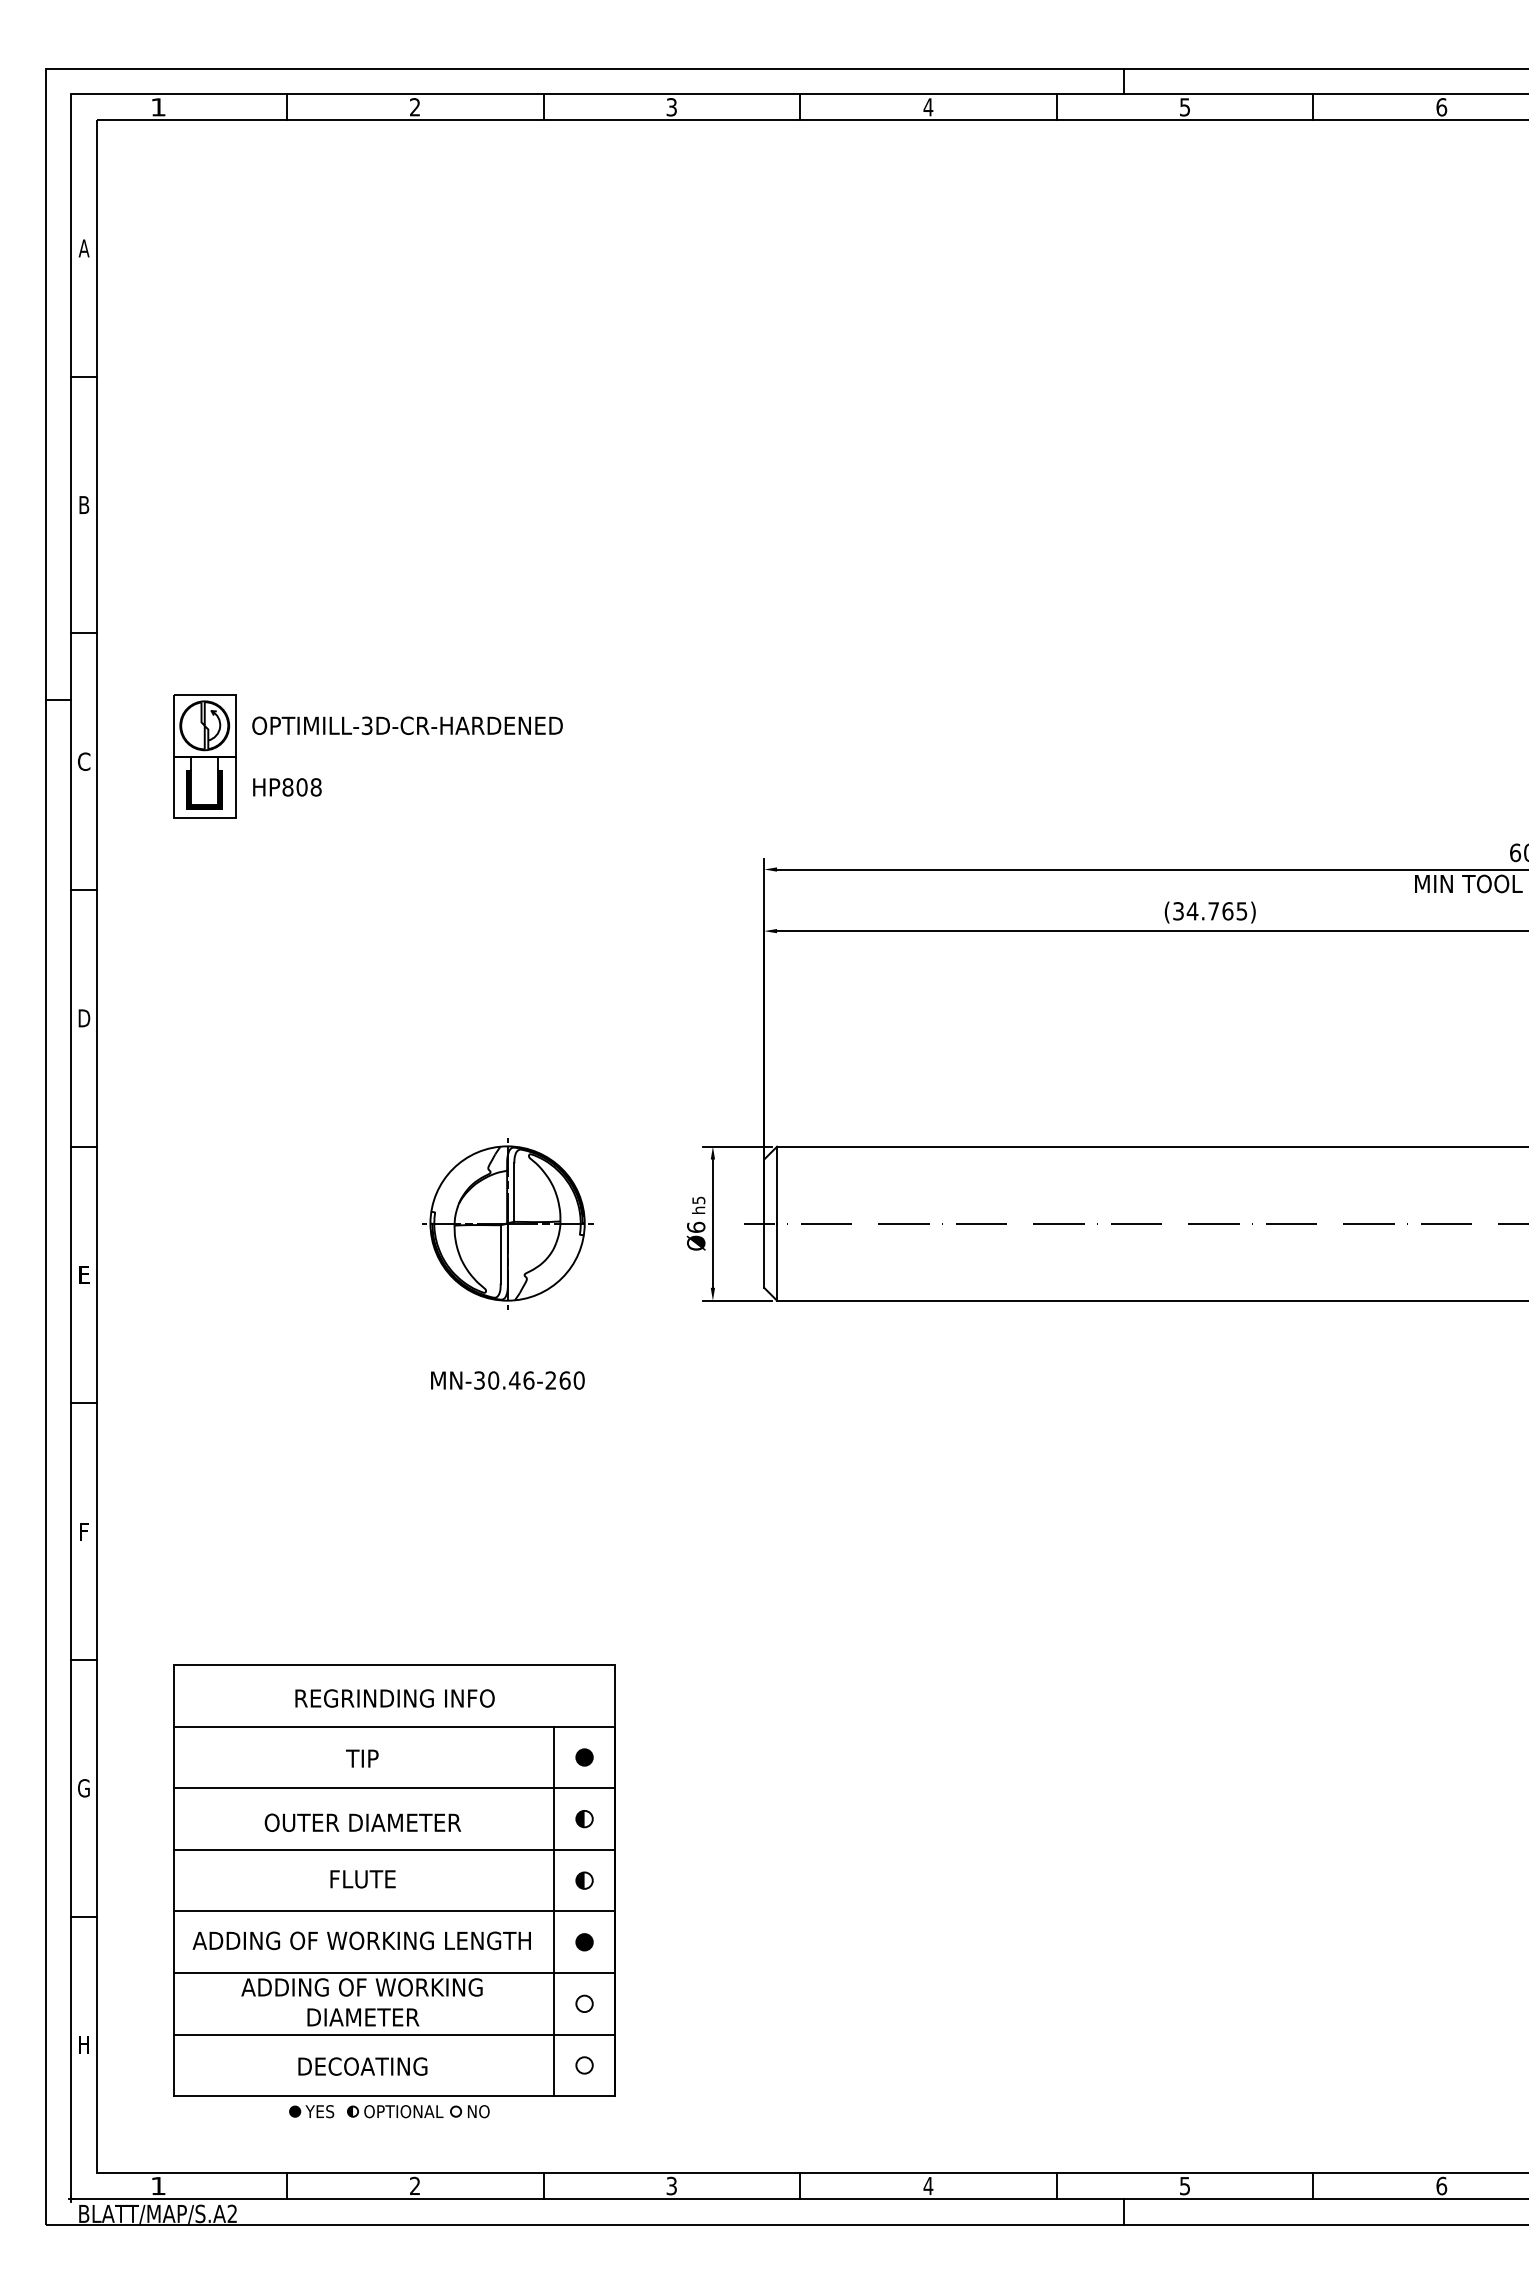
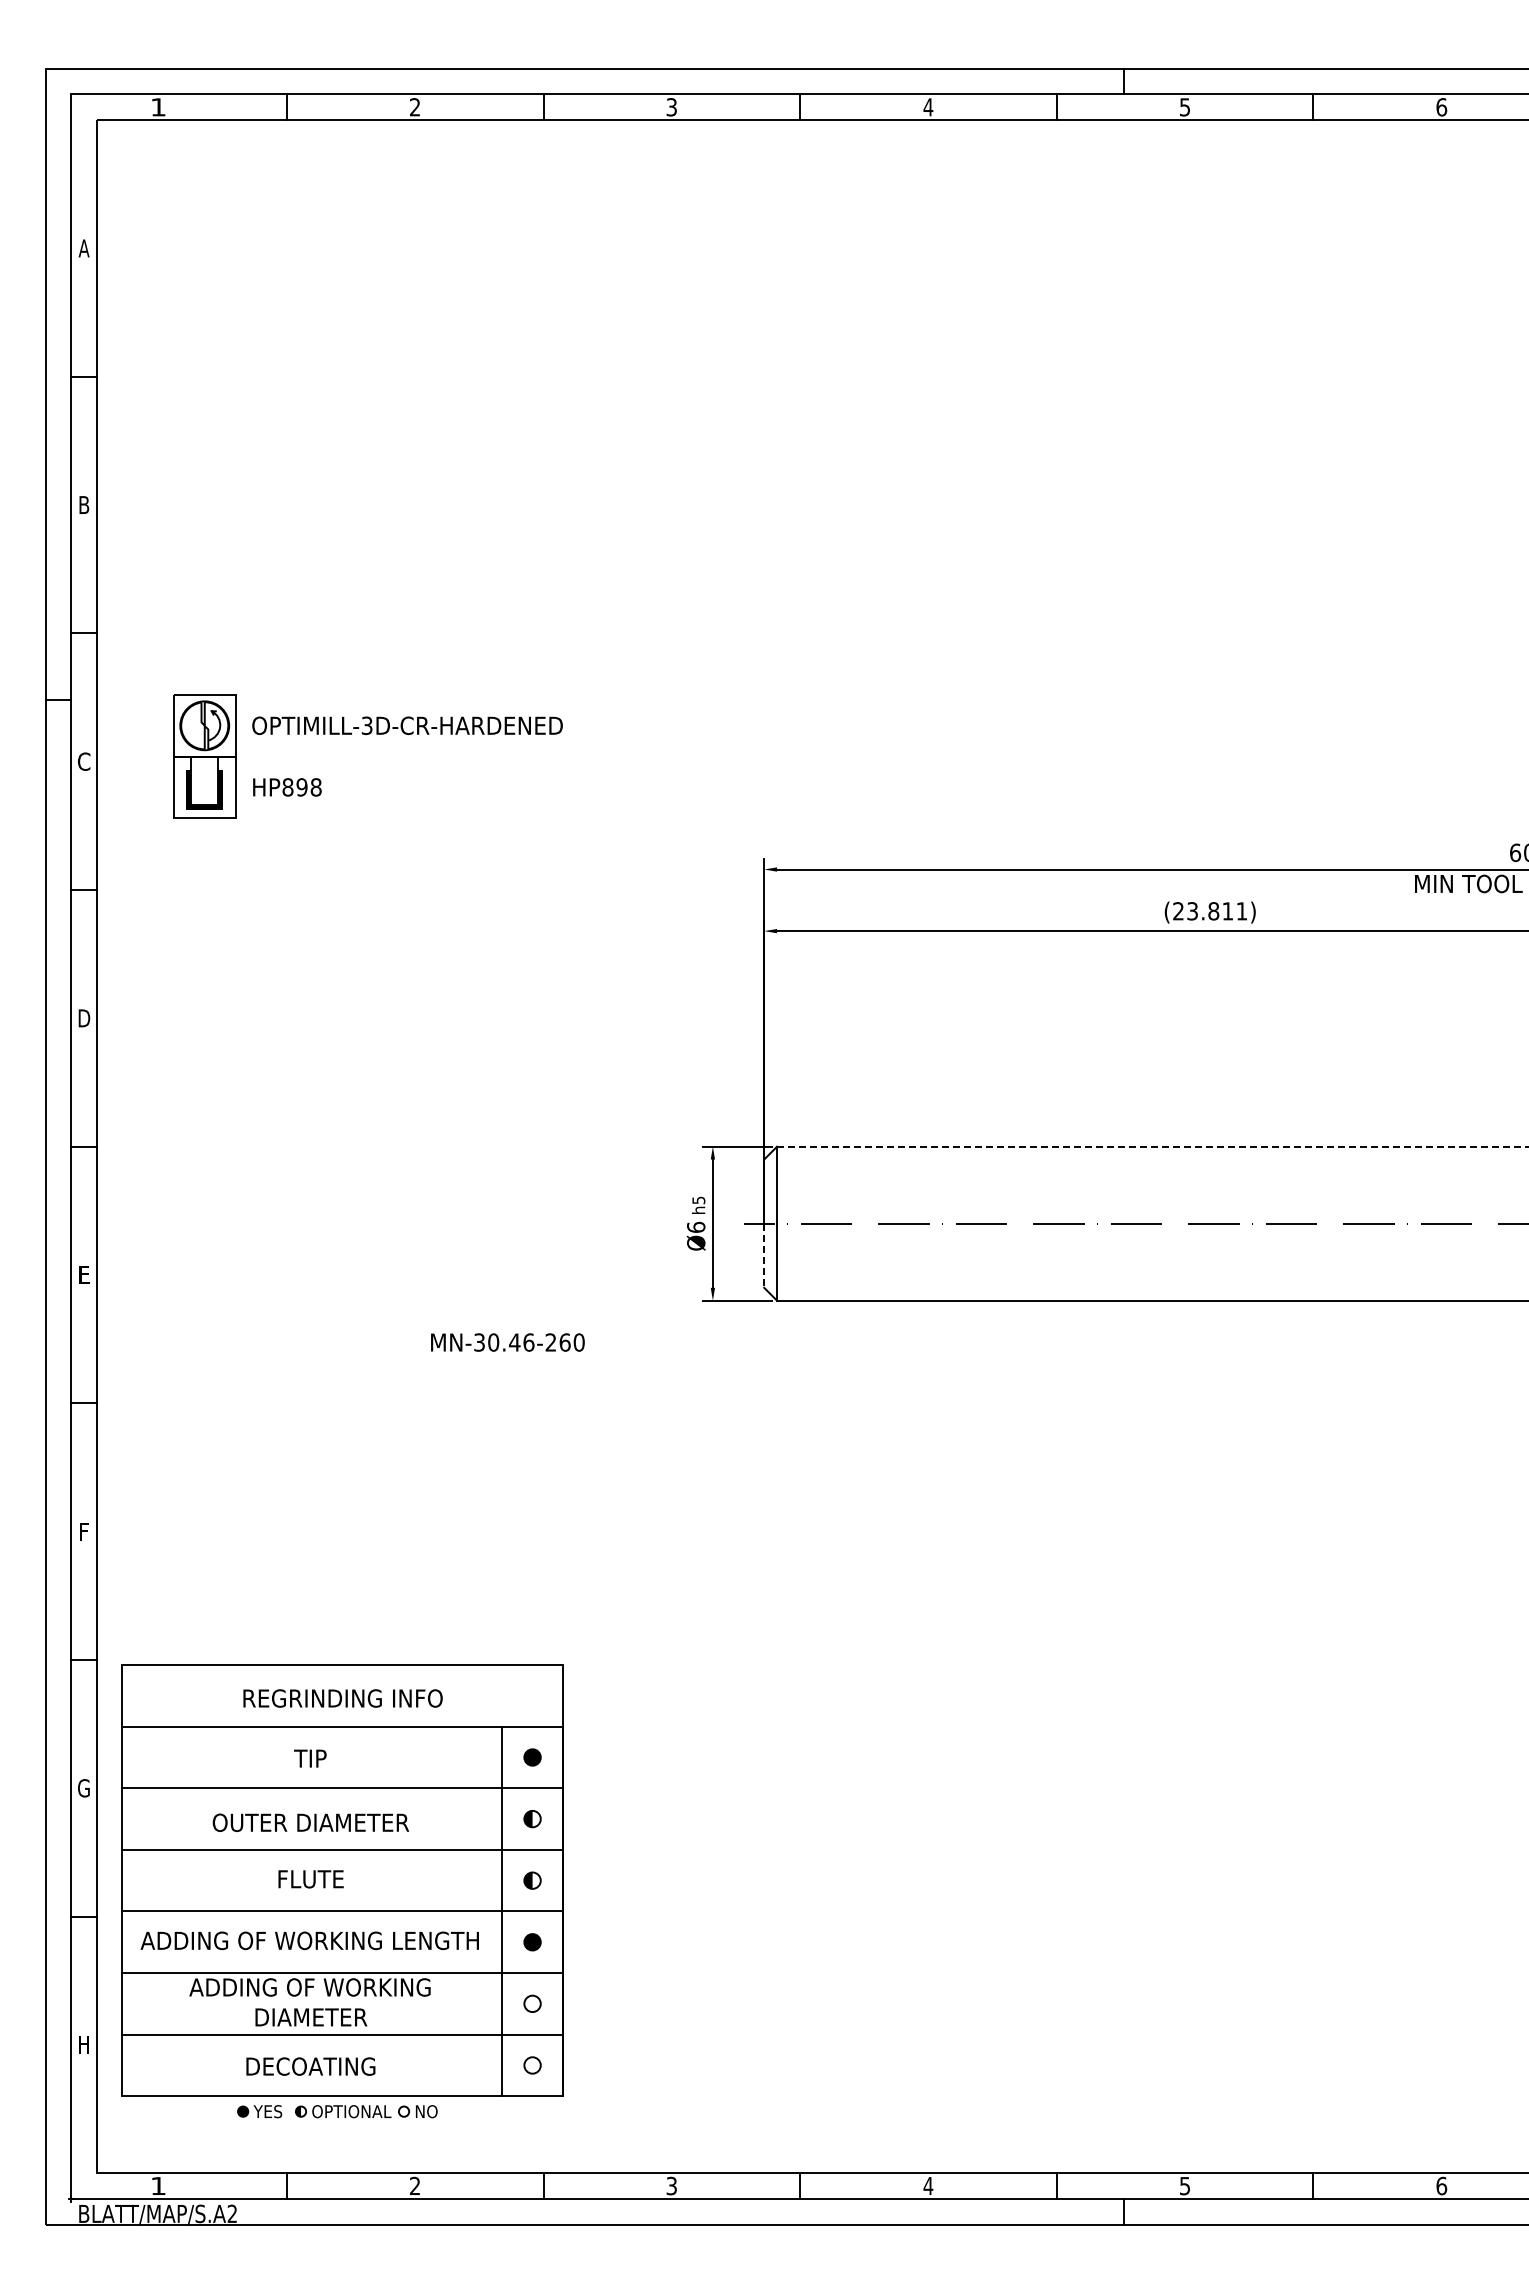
text at (301, 787): HP808 -> HP898
text at (1210, 911): (34.765) -> (23.811)
line at (1152, 1146): solid -> dashed
part at (507, 1223): present -> none
line at (764, 1256): solid -> dashed
text at (507, 1380) position: (507, 1380) -> (507, 1342)
part at (394, 1891) position: (394, 1891) -> (342, 1891)
